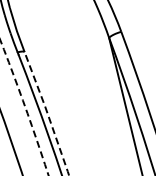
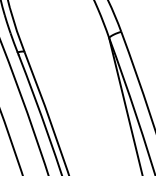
arc at (25, 107): dashed -> solid
line at (47, 113): dashed -> solid
